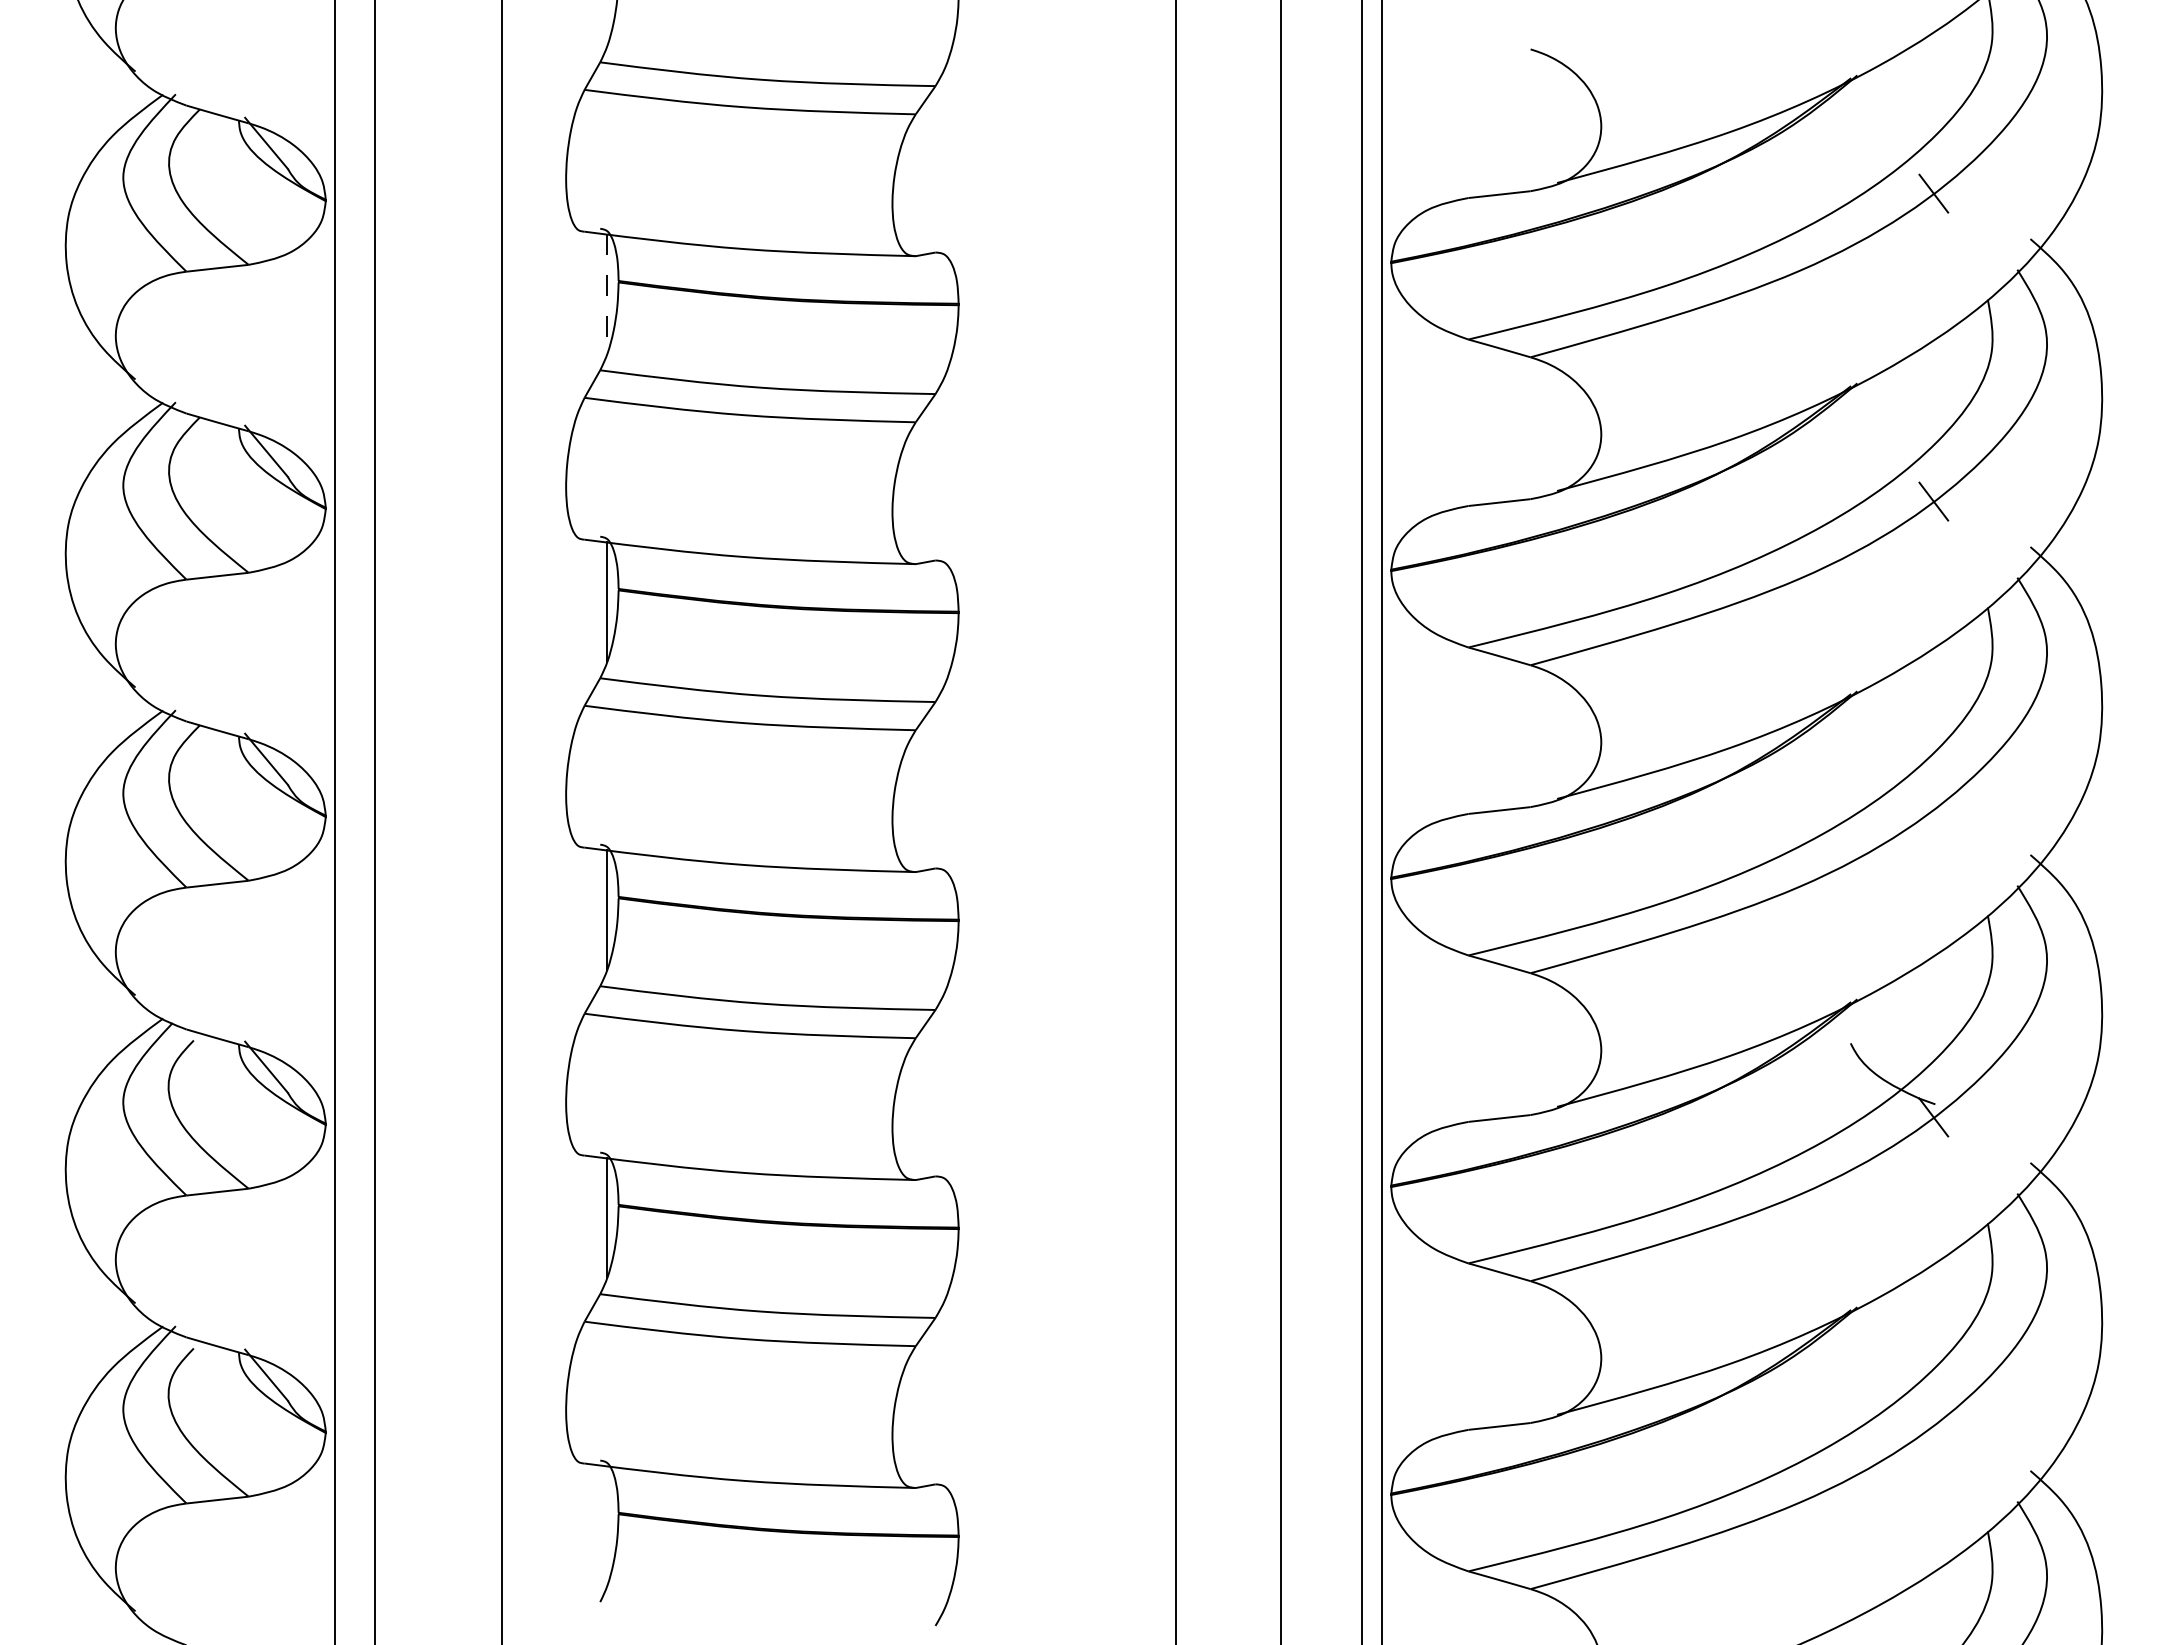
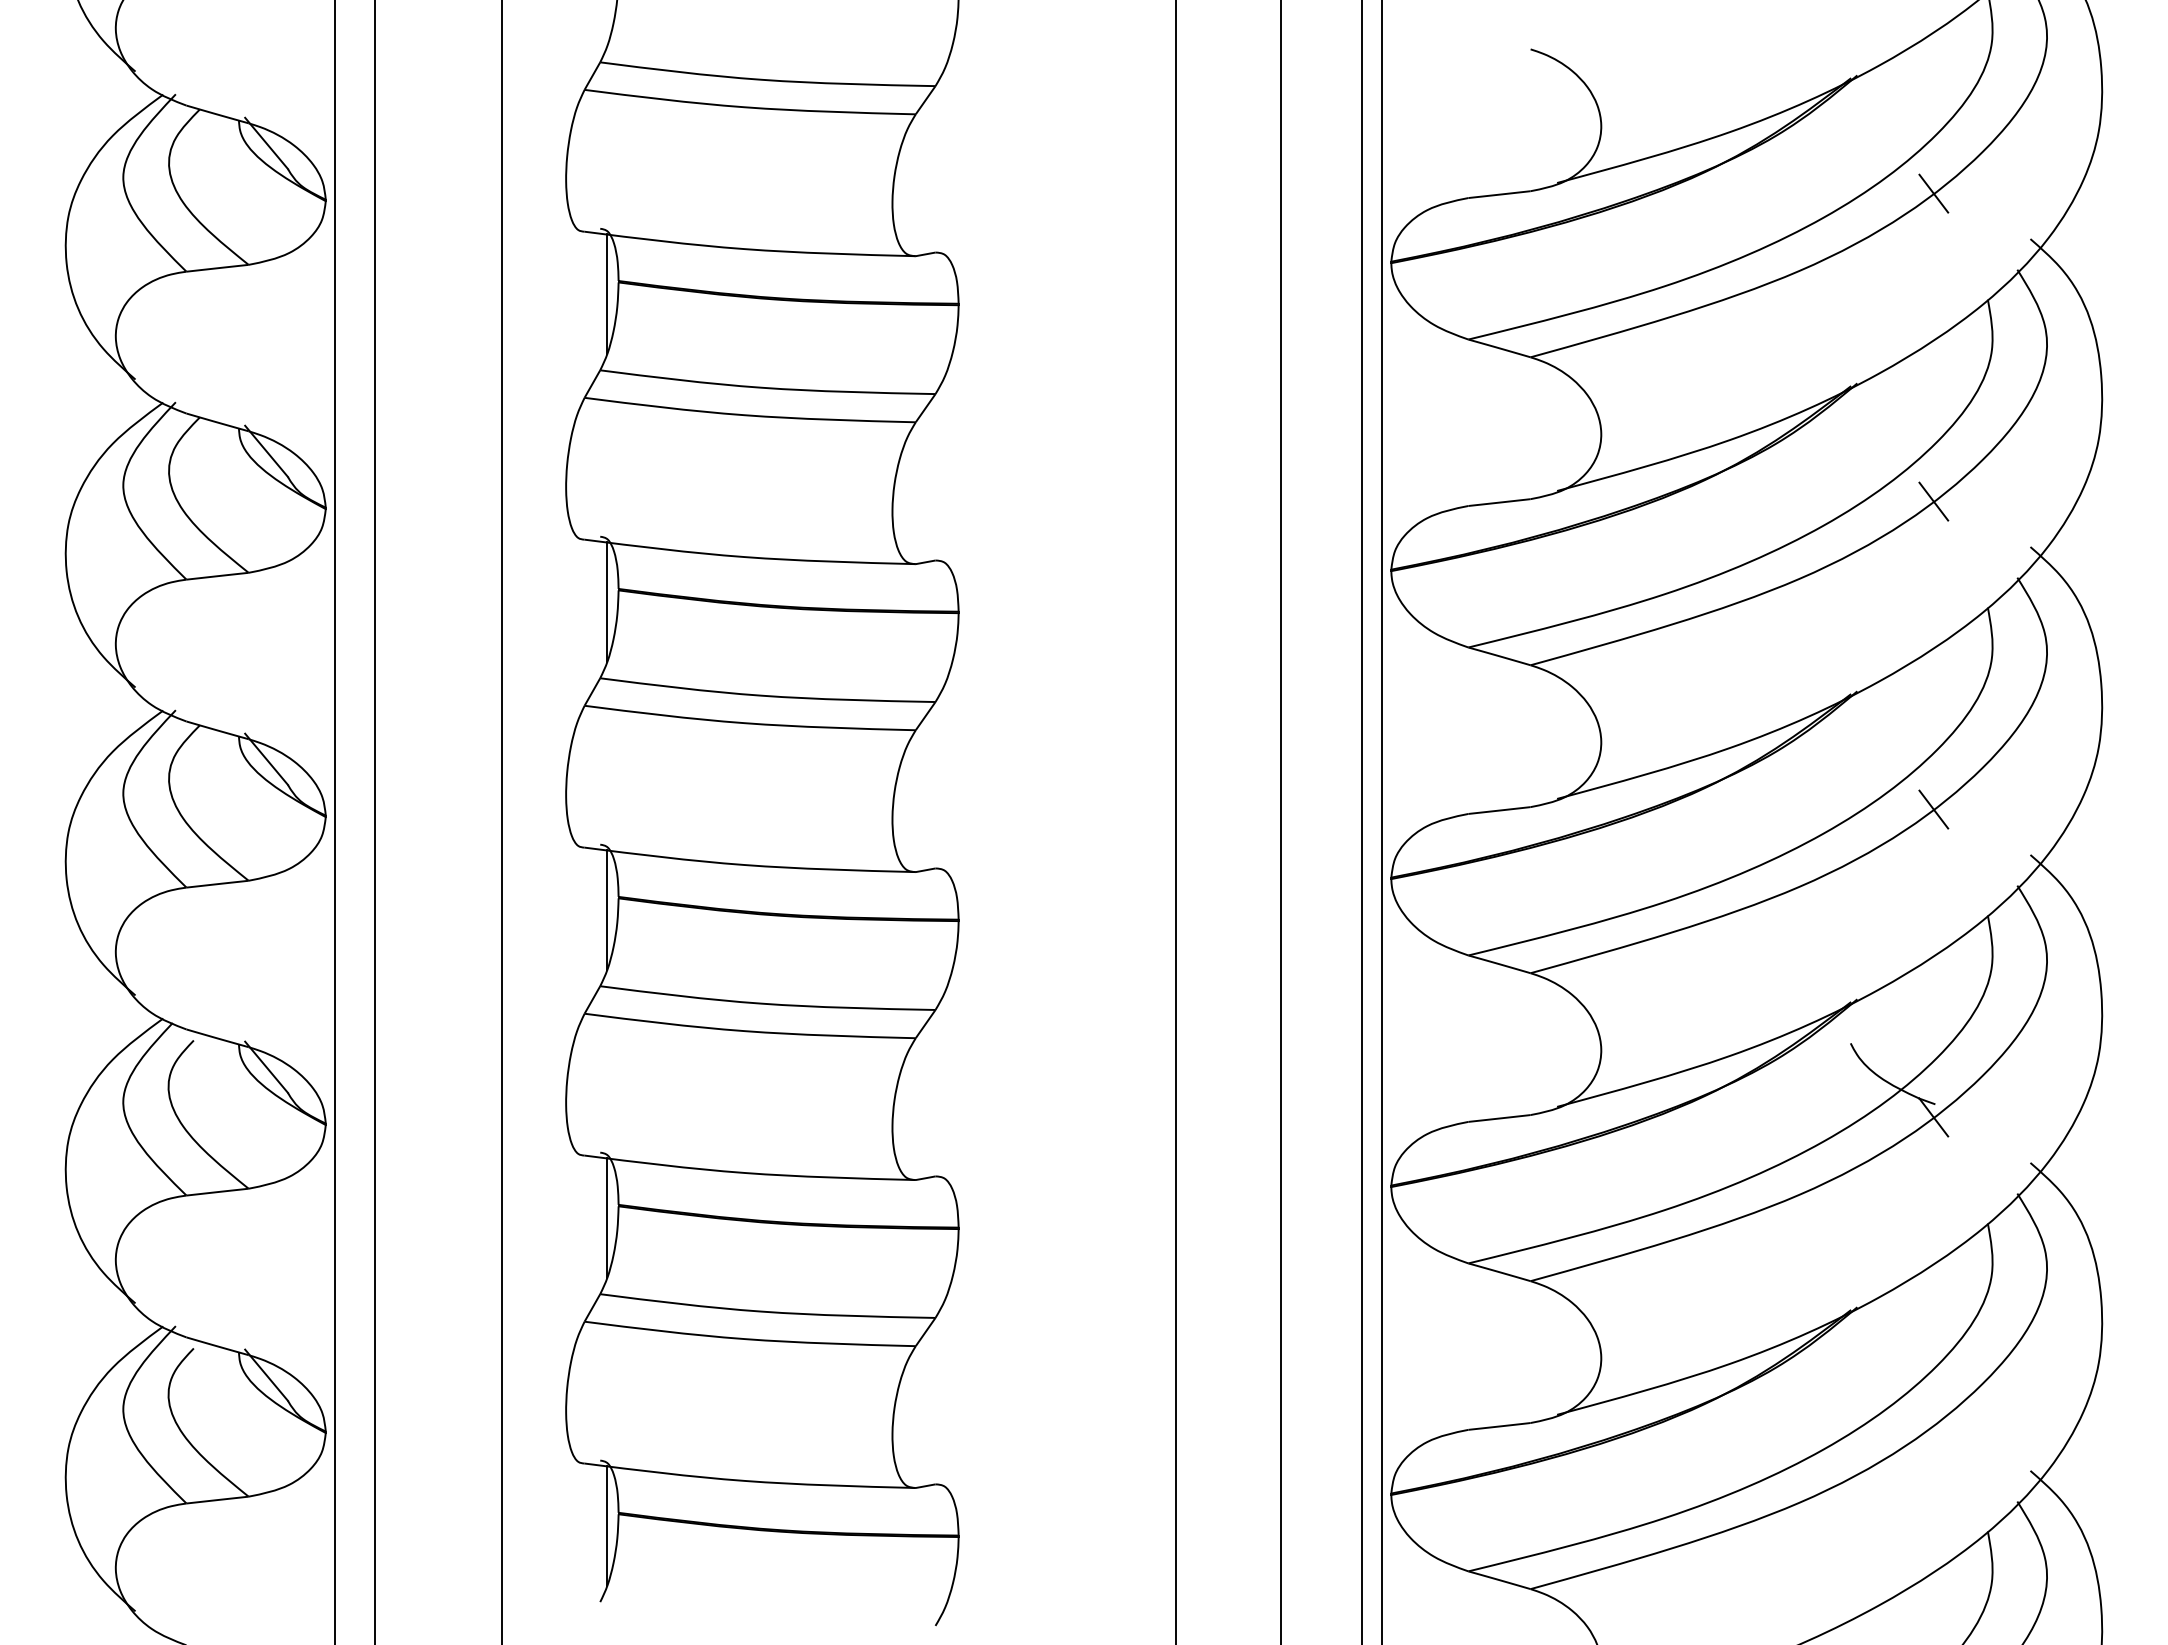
line at (607, 294): dashed -> solid
line at (1933, 809): none -> present
line at (607, 1525): none -> present
